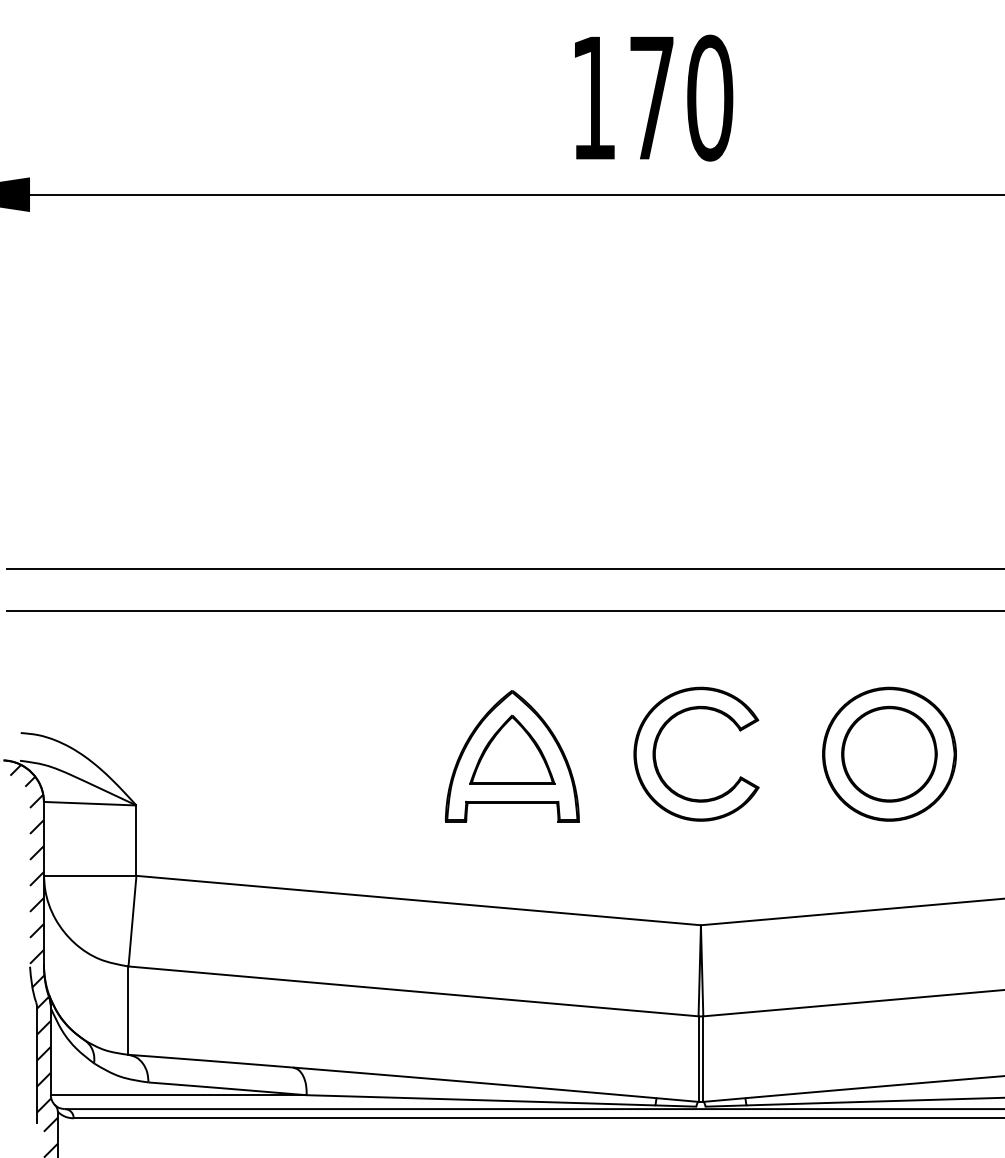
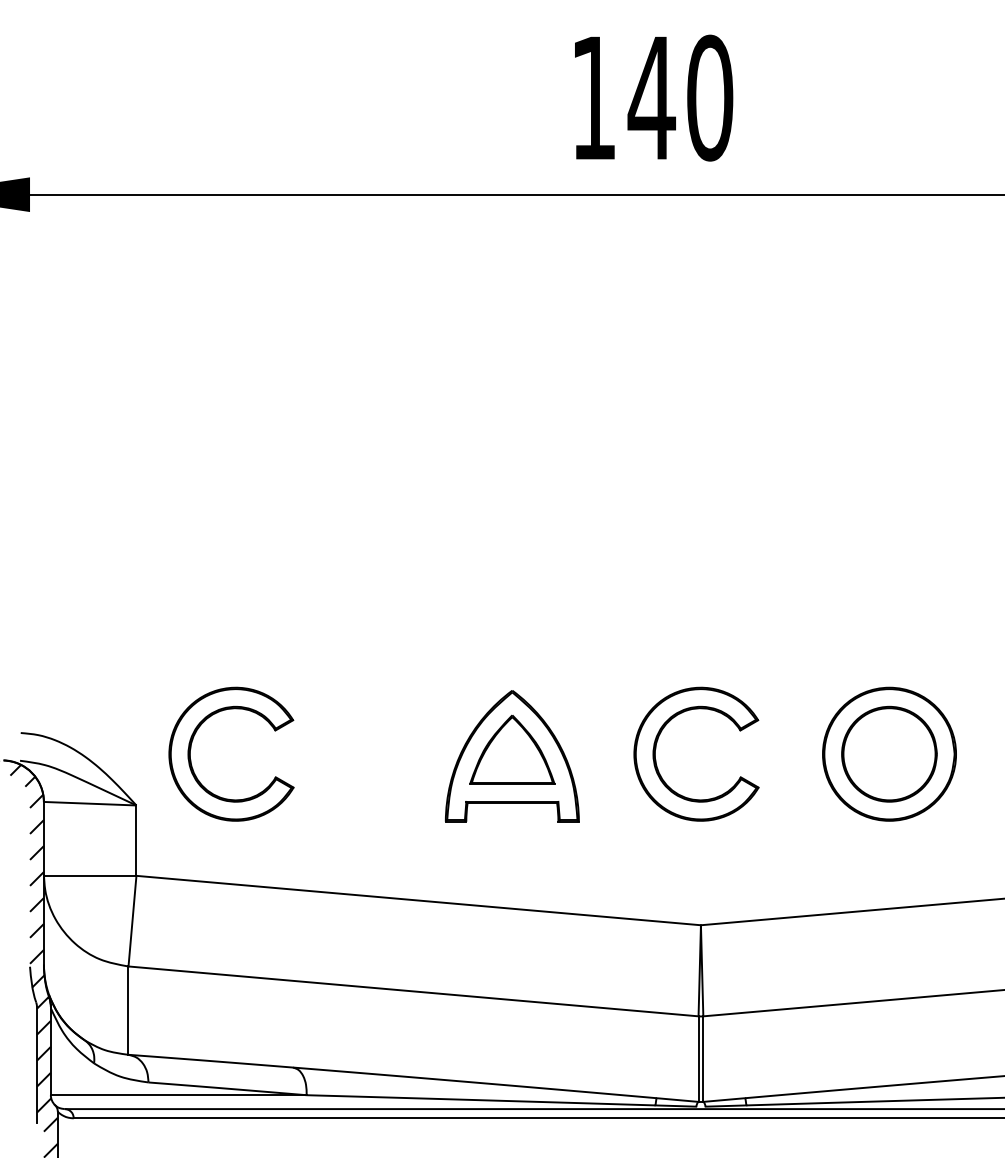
text at (651, 97): 170 -> 140
line at (503, 569): present -> none
line at (503, 610): present -> none
part at (191, 749): none -> present
